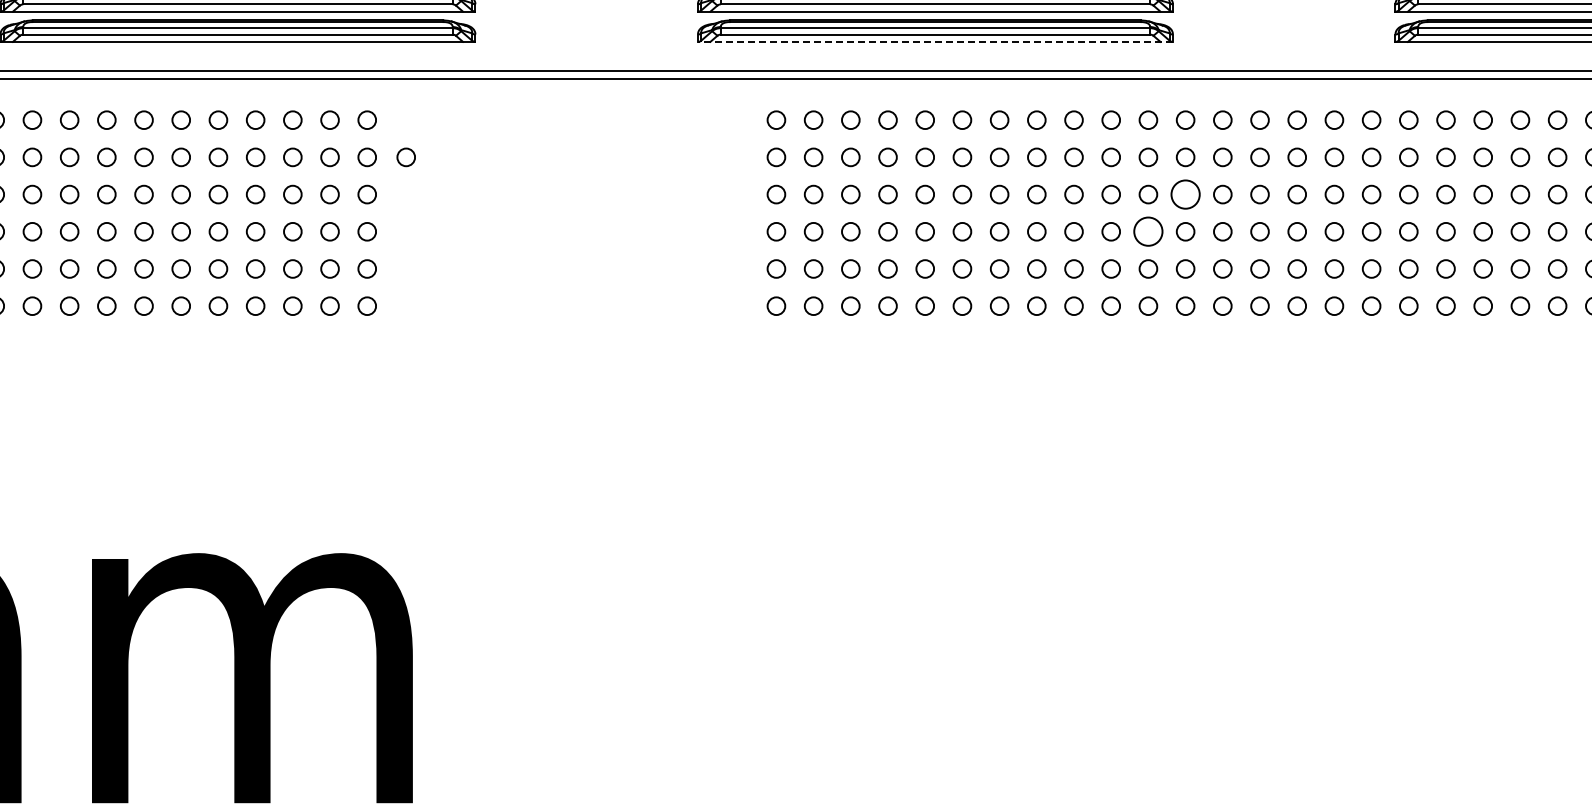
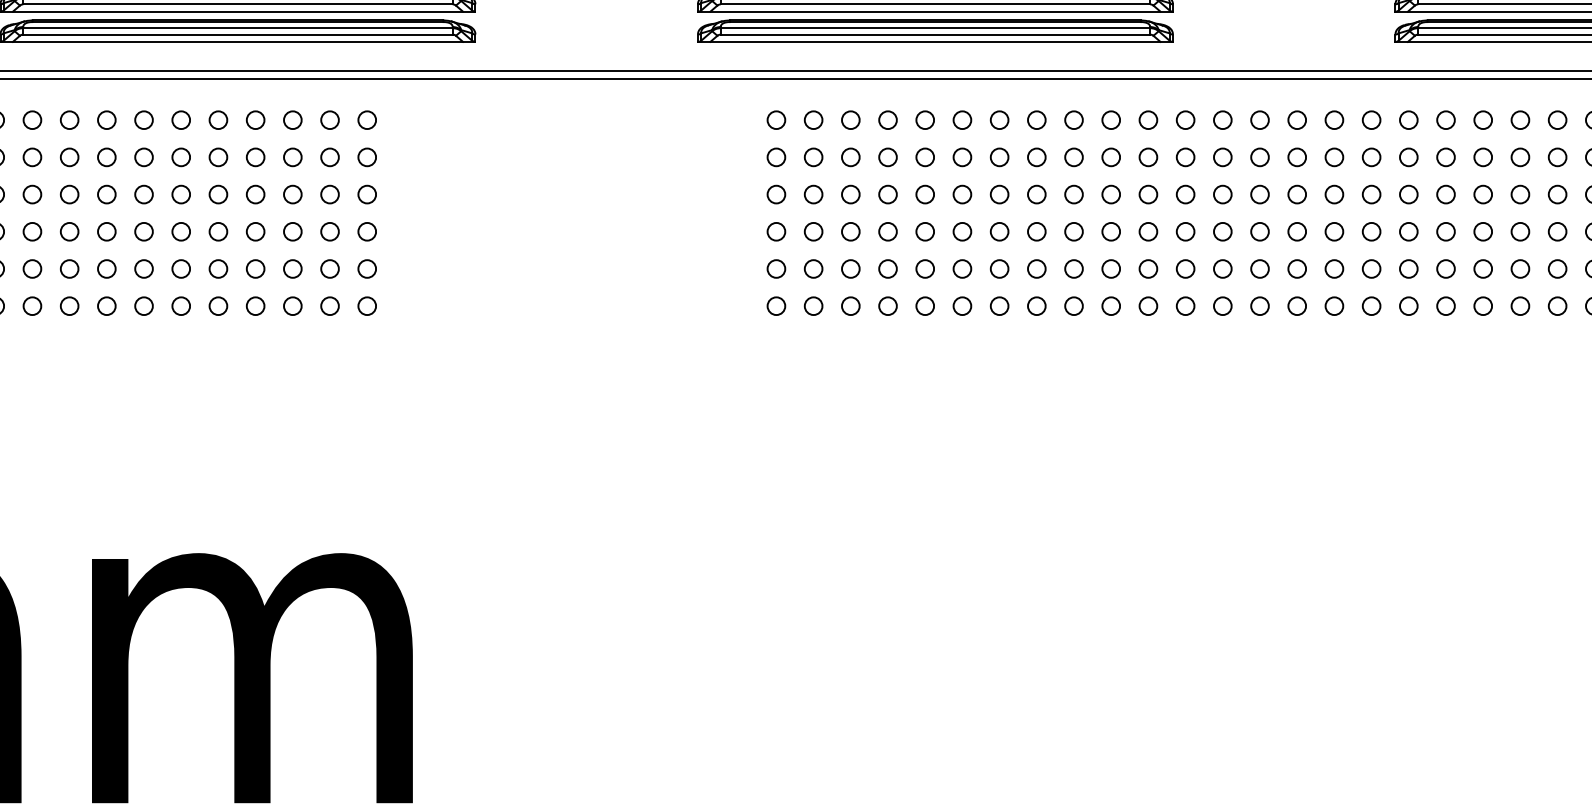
line at (934, 41): dashed -> solid
circle at (405, 157): present -> none
circle at (1185, 194) diameter: 28 px -> 18 px
circle at (1148, 231) size: 31x31 px -> 21x20 px
